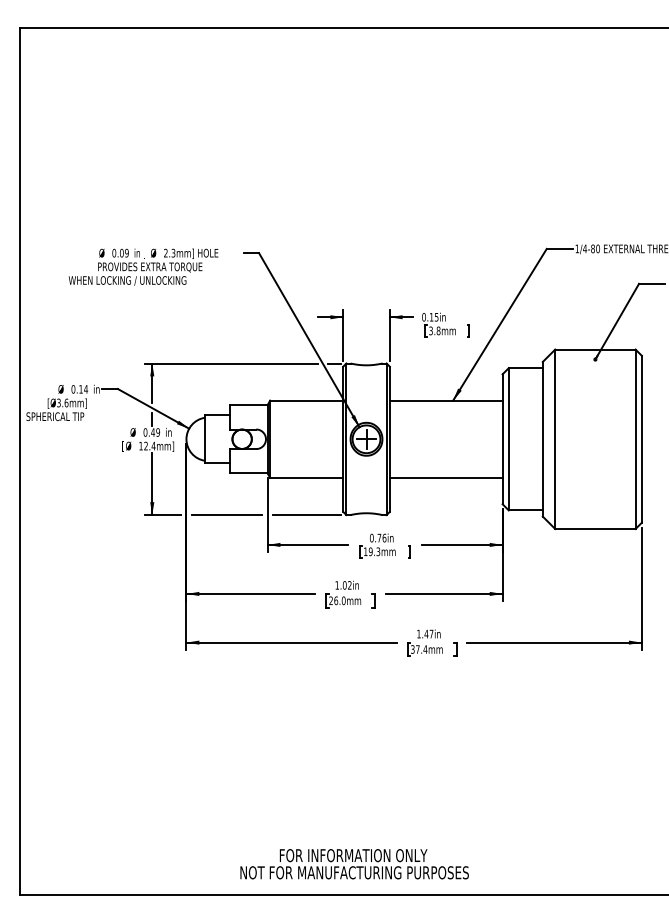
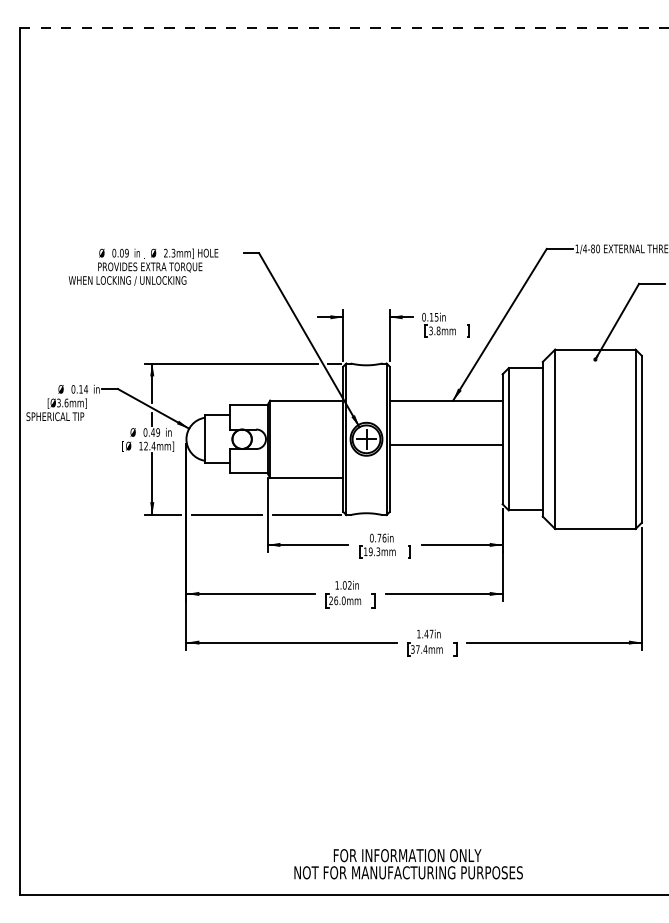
line at (344, 27): solid -> dashed
line at (445, 477) position: (445, 477) -> (445, 444)
text at (354, 864) position: (354, 864) -> (408, 864)
